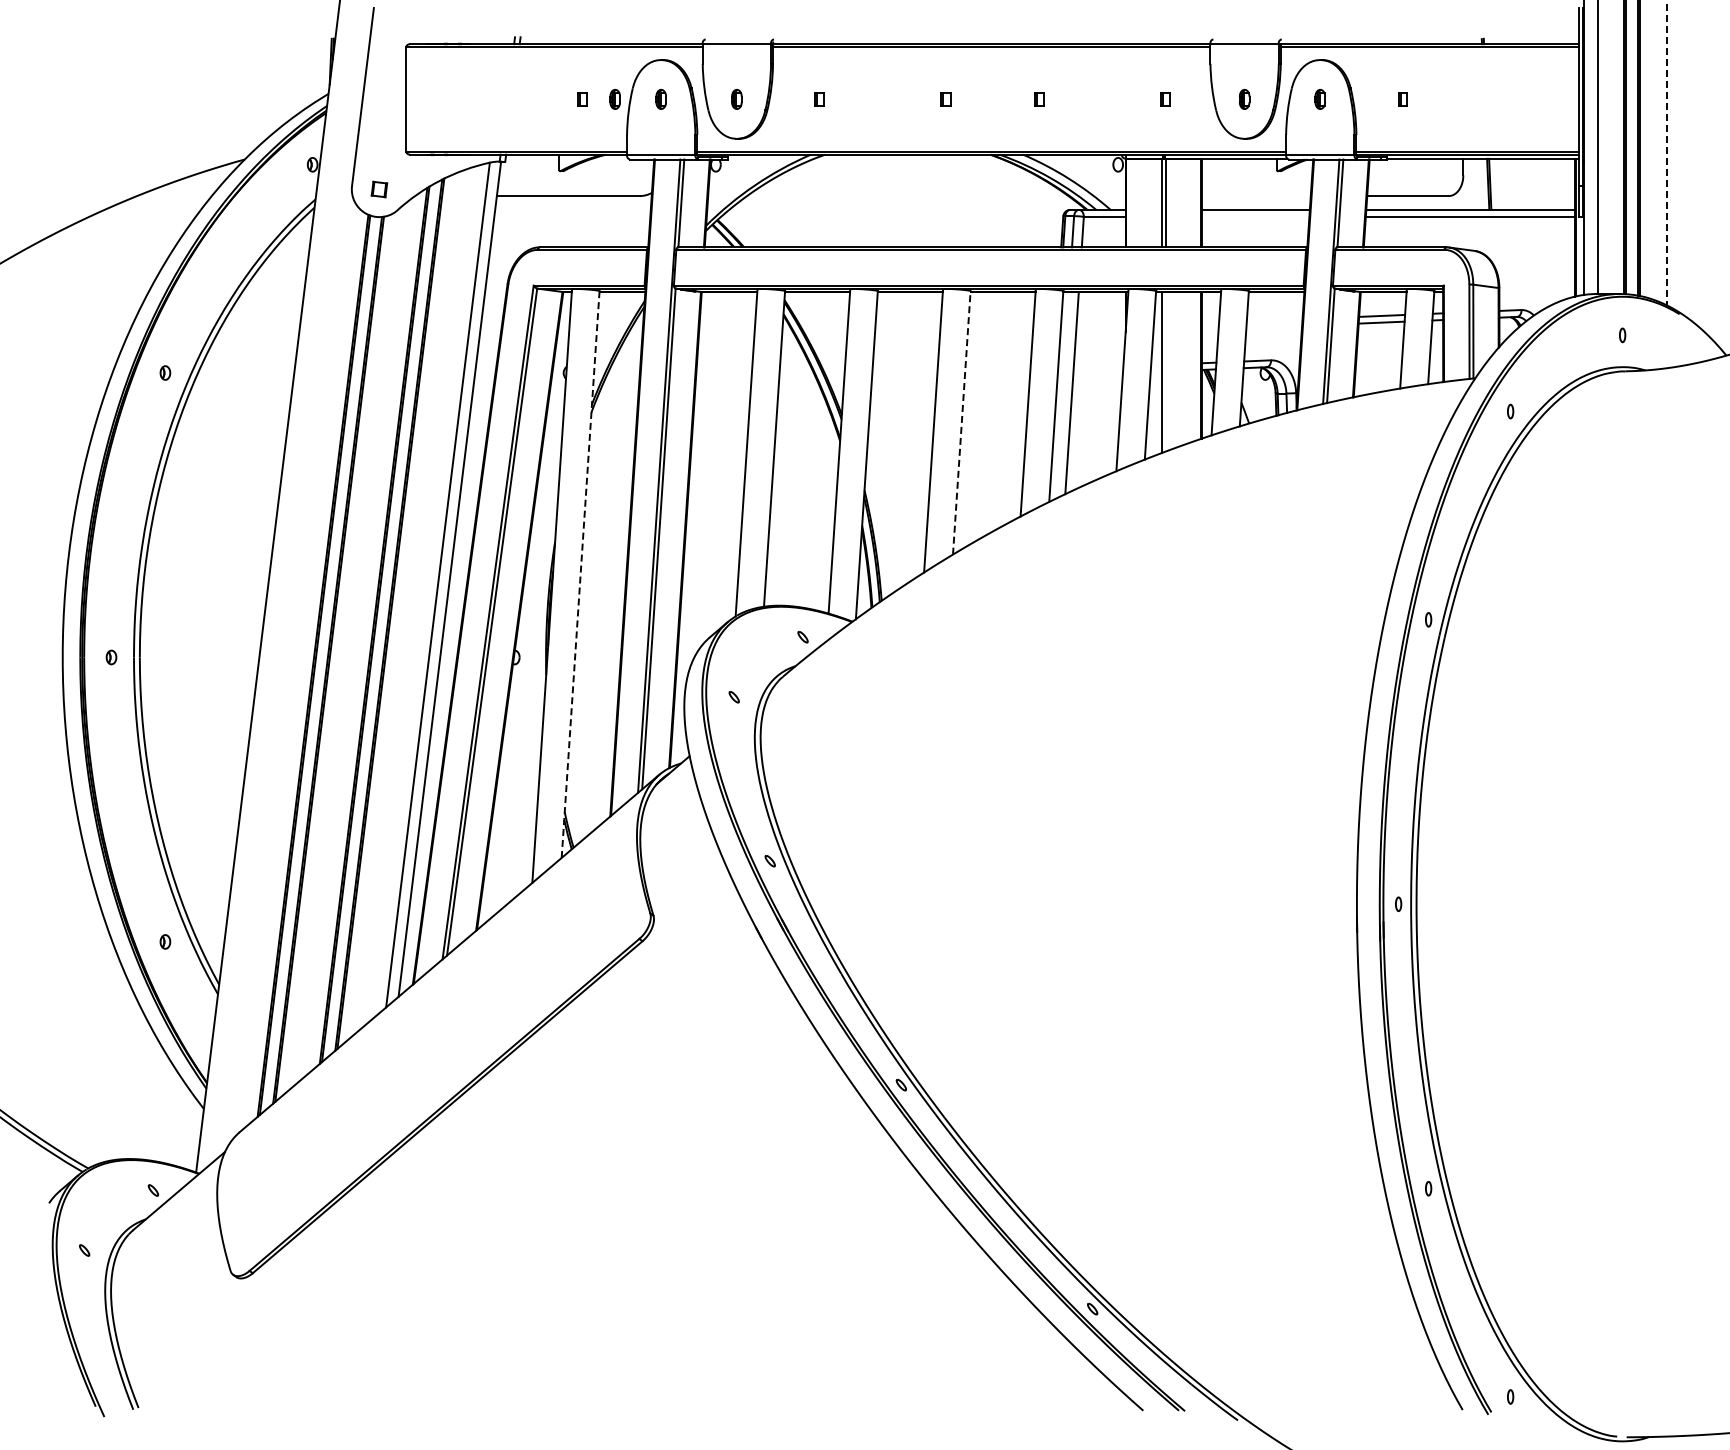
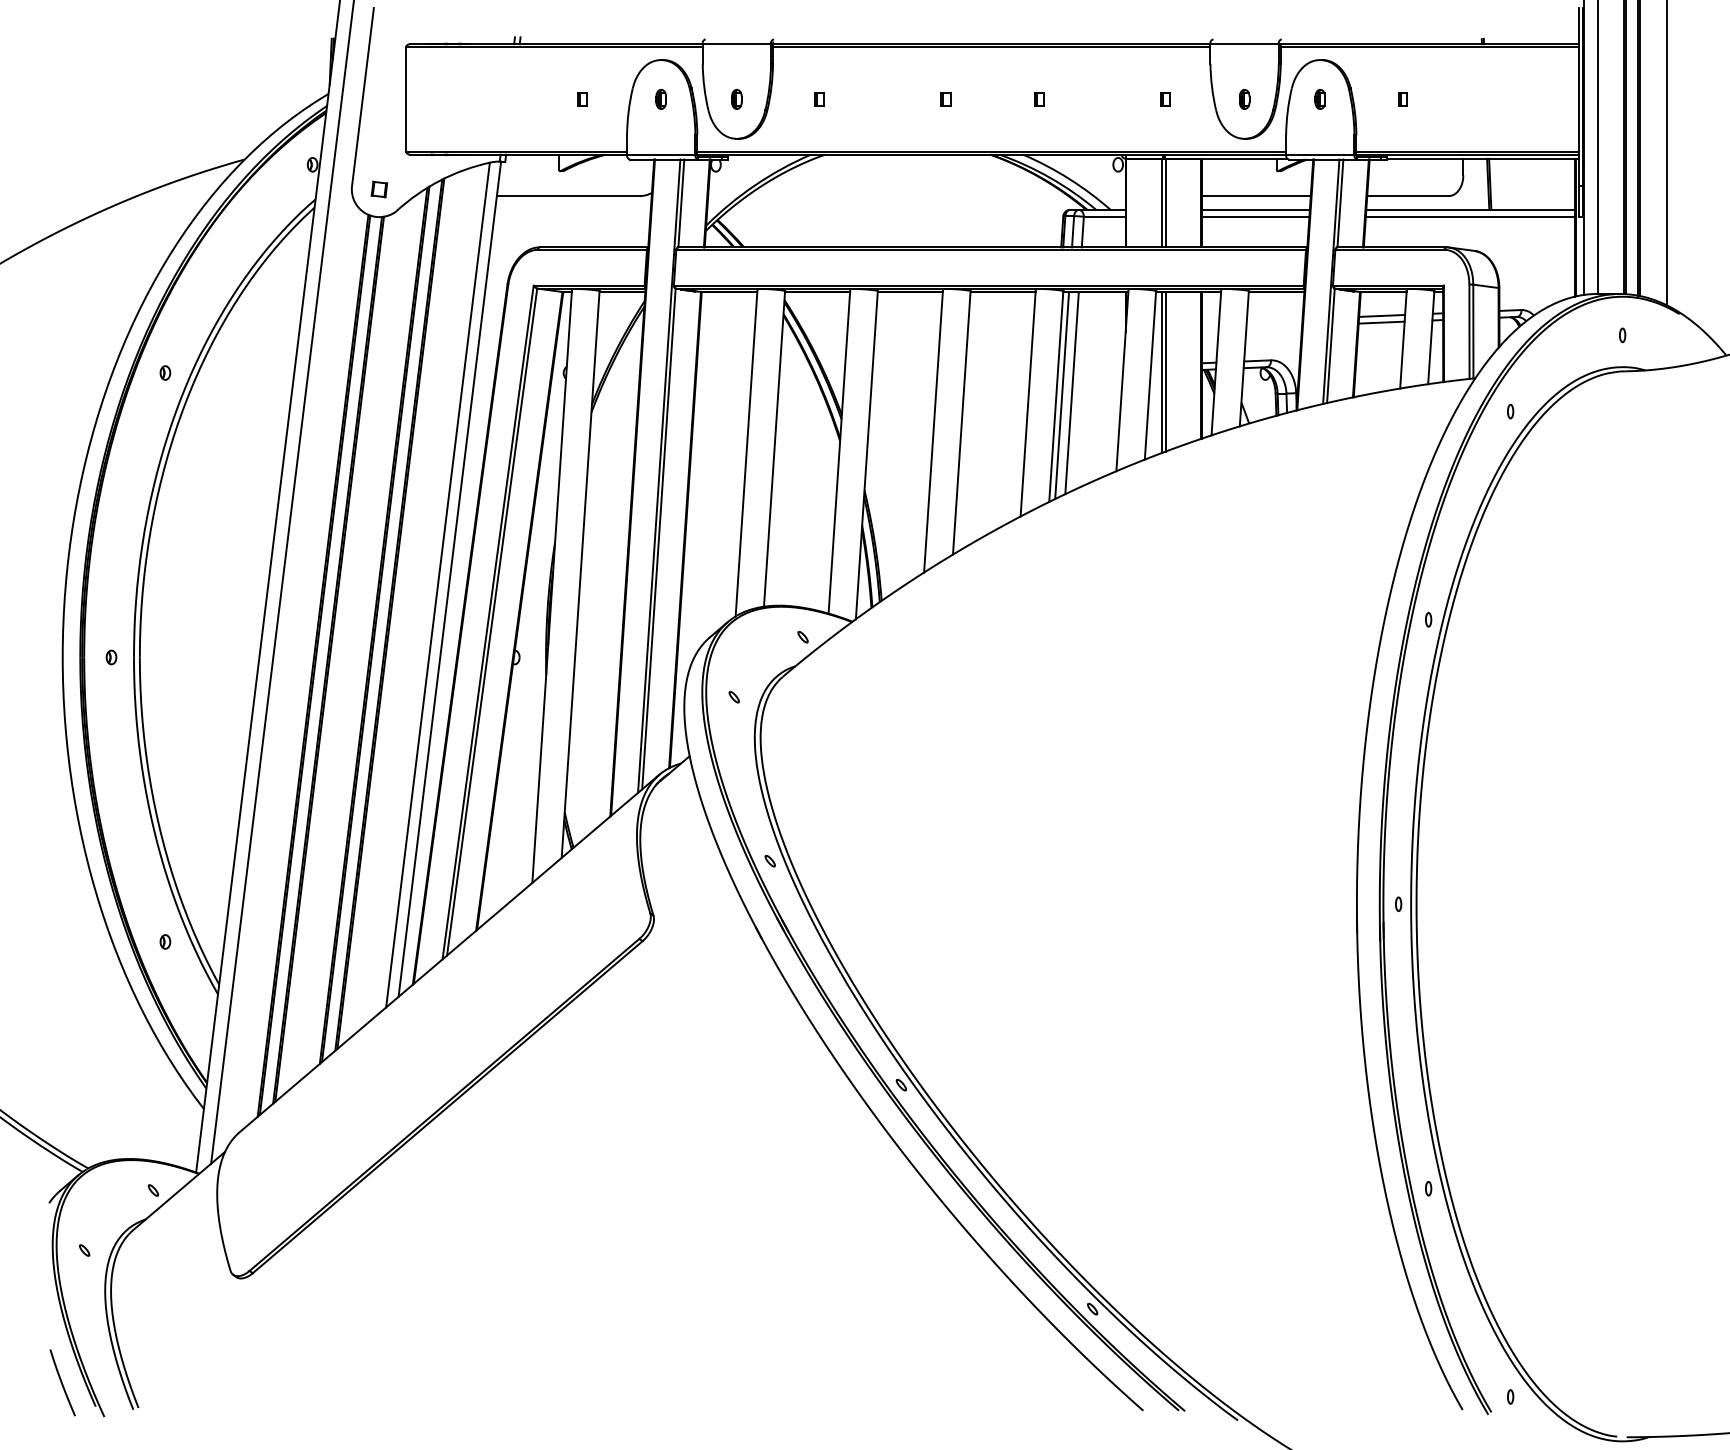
part at (614, 99): present -> none
line at (1666, 153): dashed -> solid
line at (1255, 196): none -> present
line at (1255, 216): none -> present
line at (1165, 371): none -> present
line at (1062, 395): none -> present
line at (961, 422): dashed -> solid
line at (580, 573): dashed -> solid
line at (282, 582): none -> present
curve at (62, 1382): none -> present
